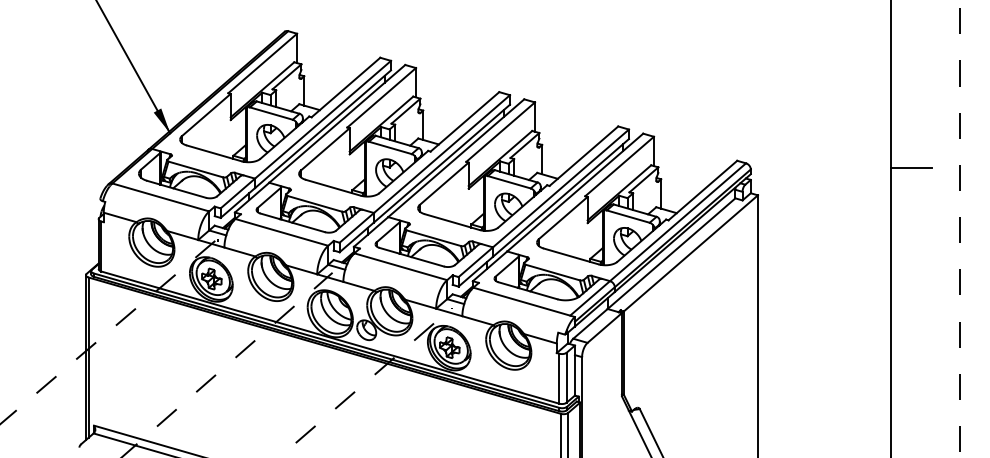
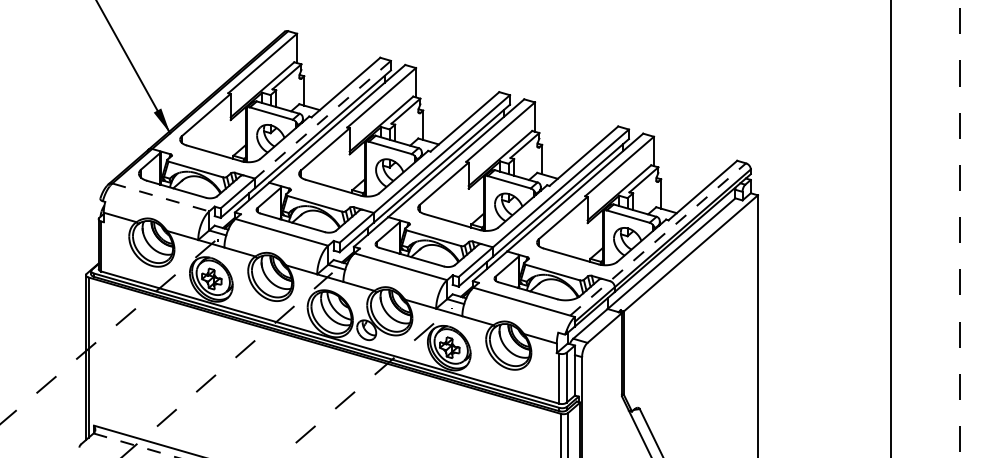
line at (323, 119): solid -> dashed
line at (911, 167): present -> none
line at (161, 197): solid -> dashed
line at (658, 239): solid -> dashed
line at (135, 445): solid -> dashed
